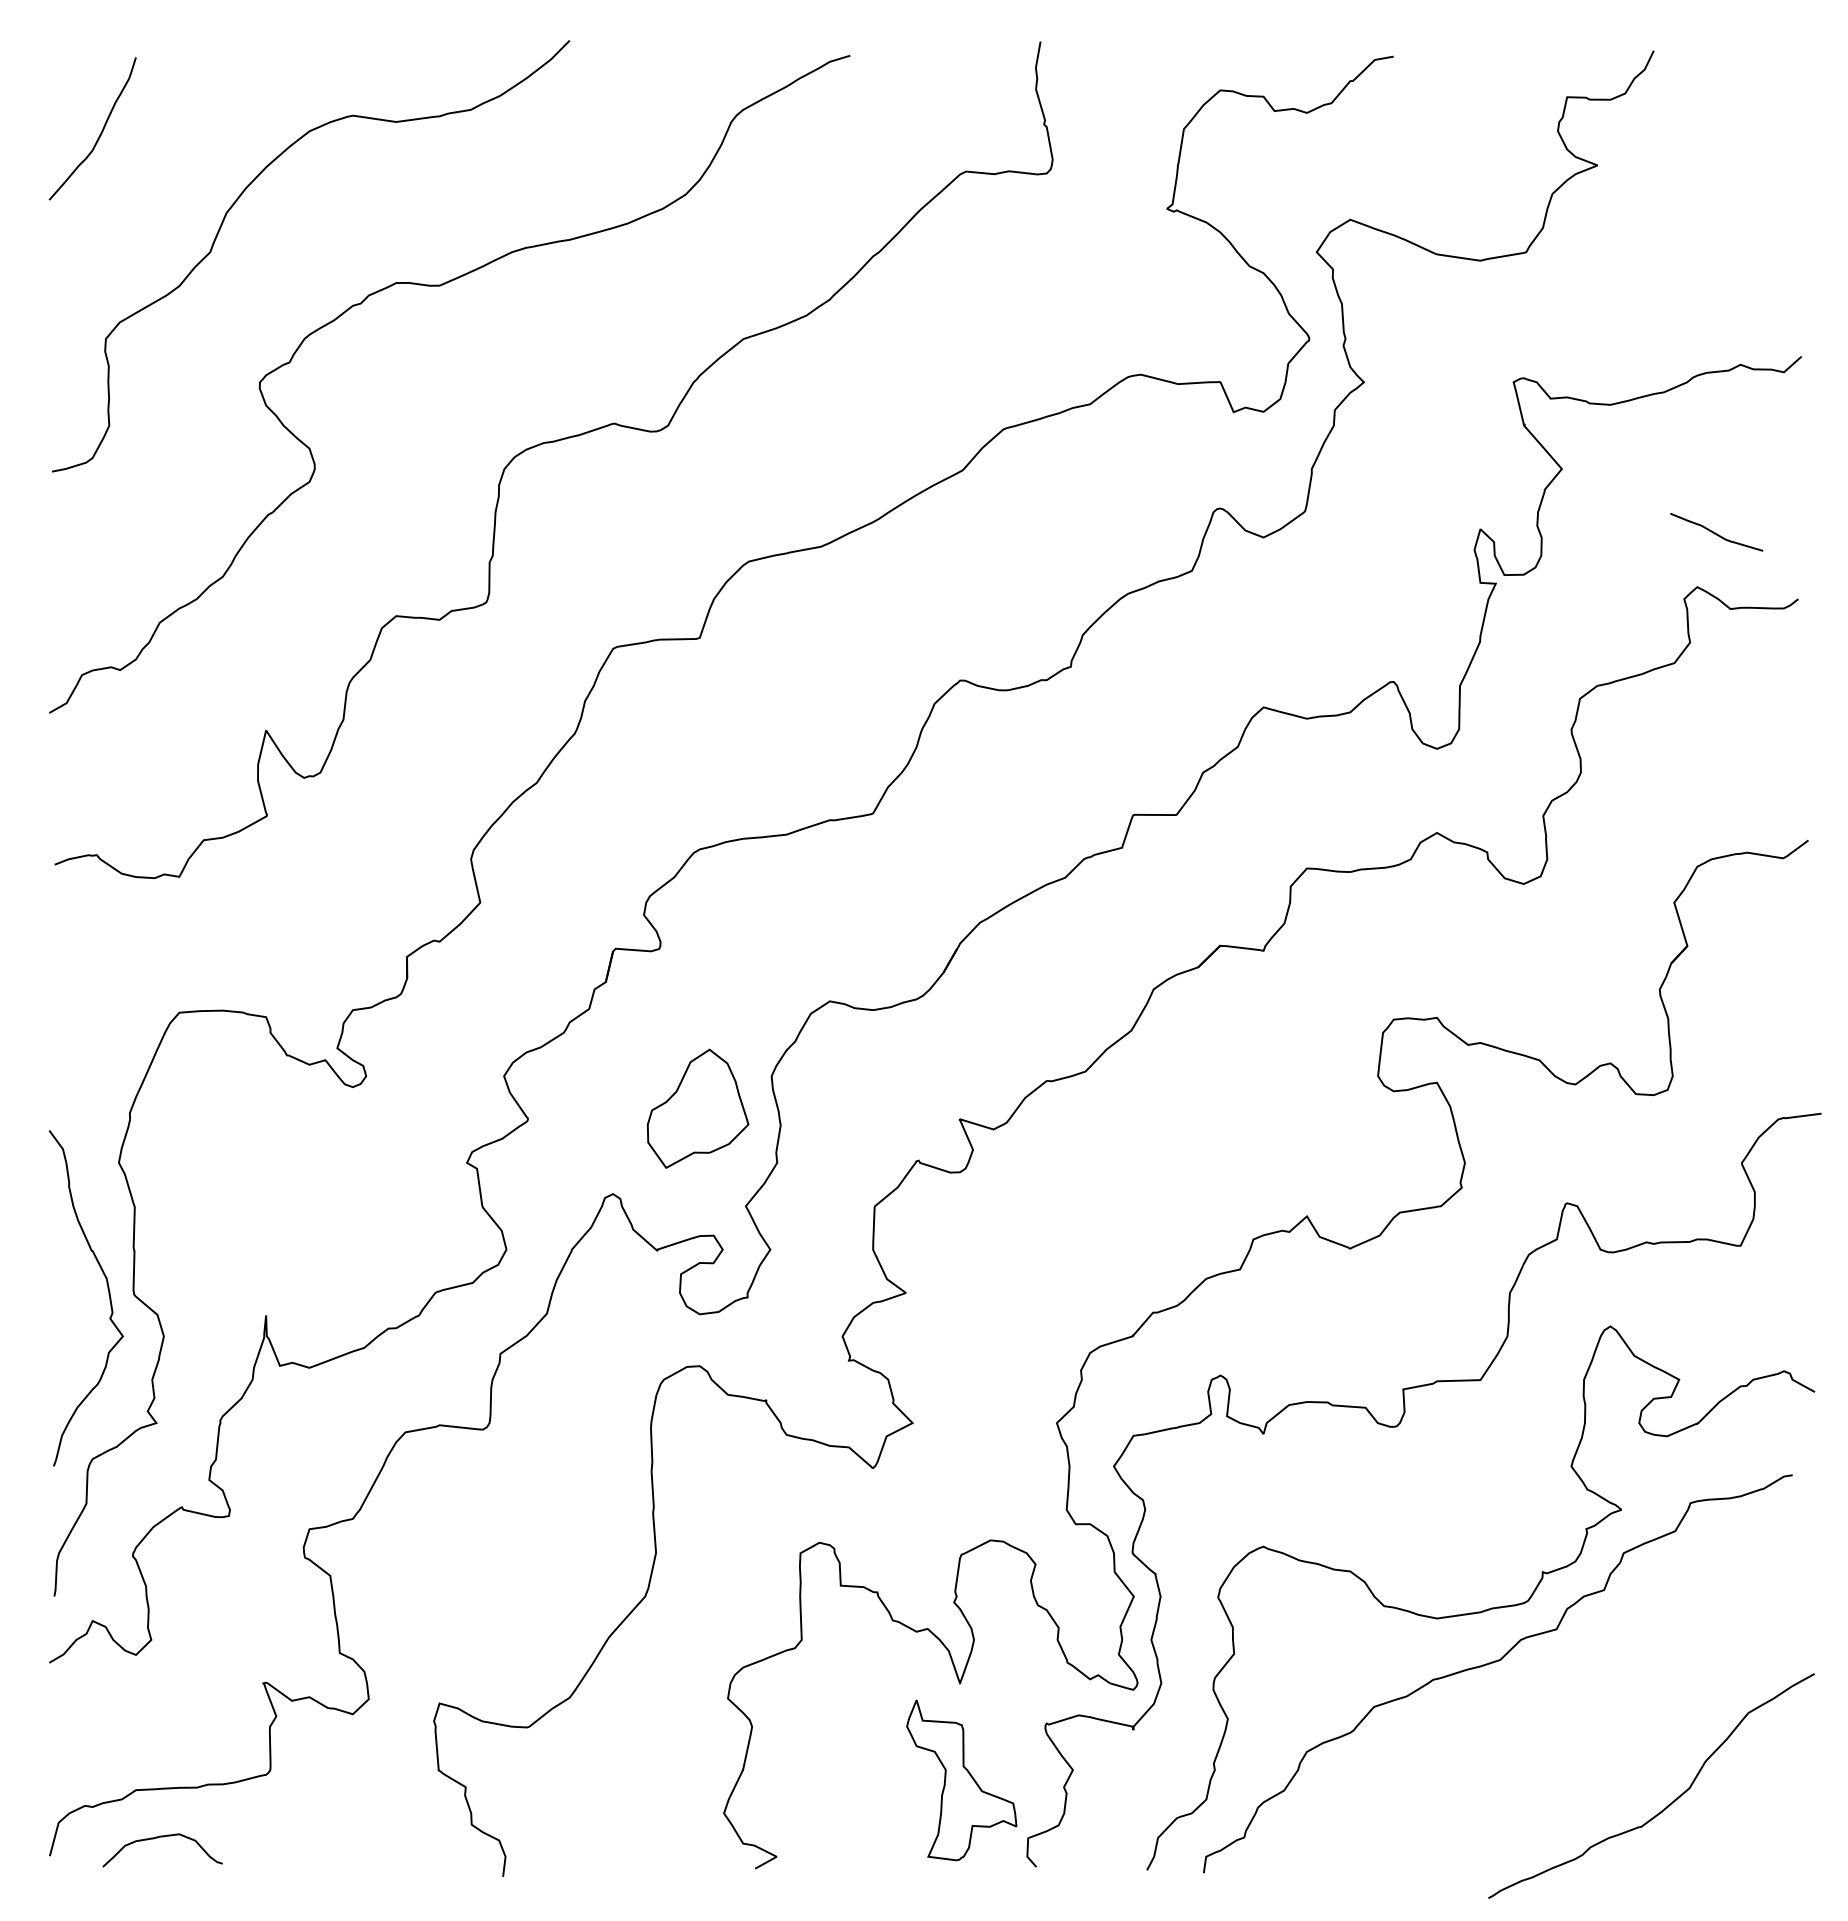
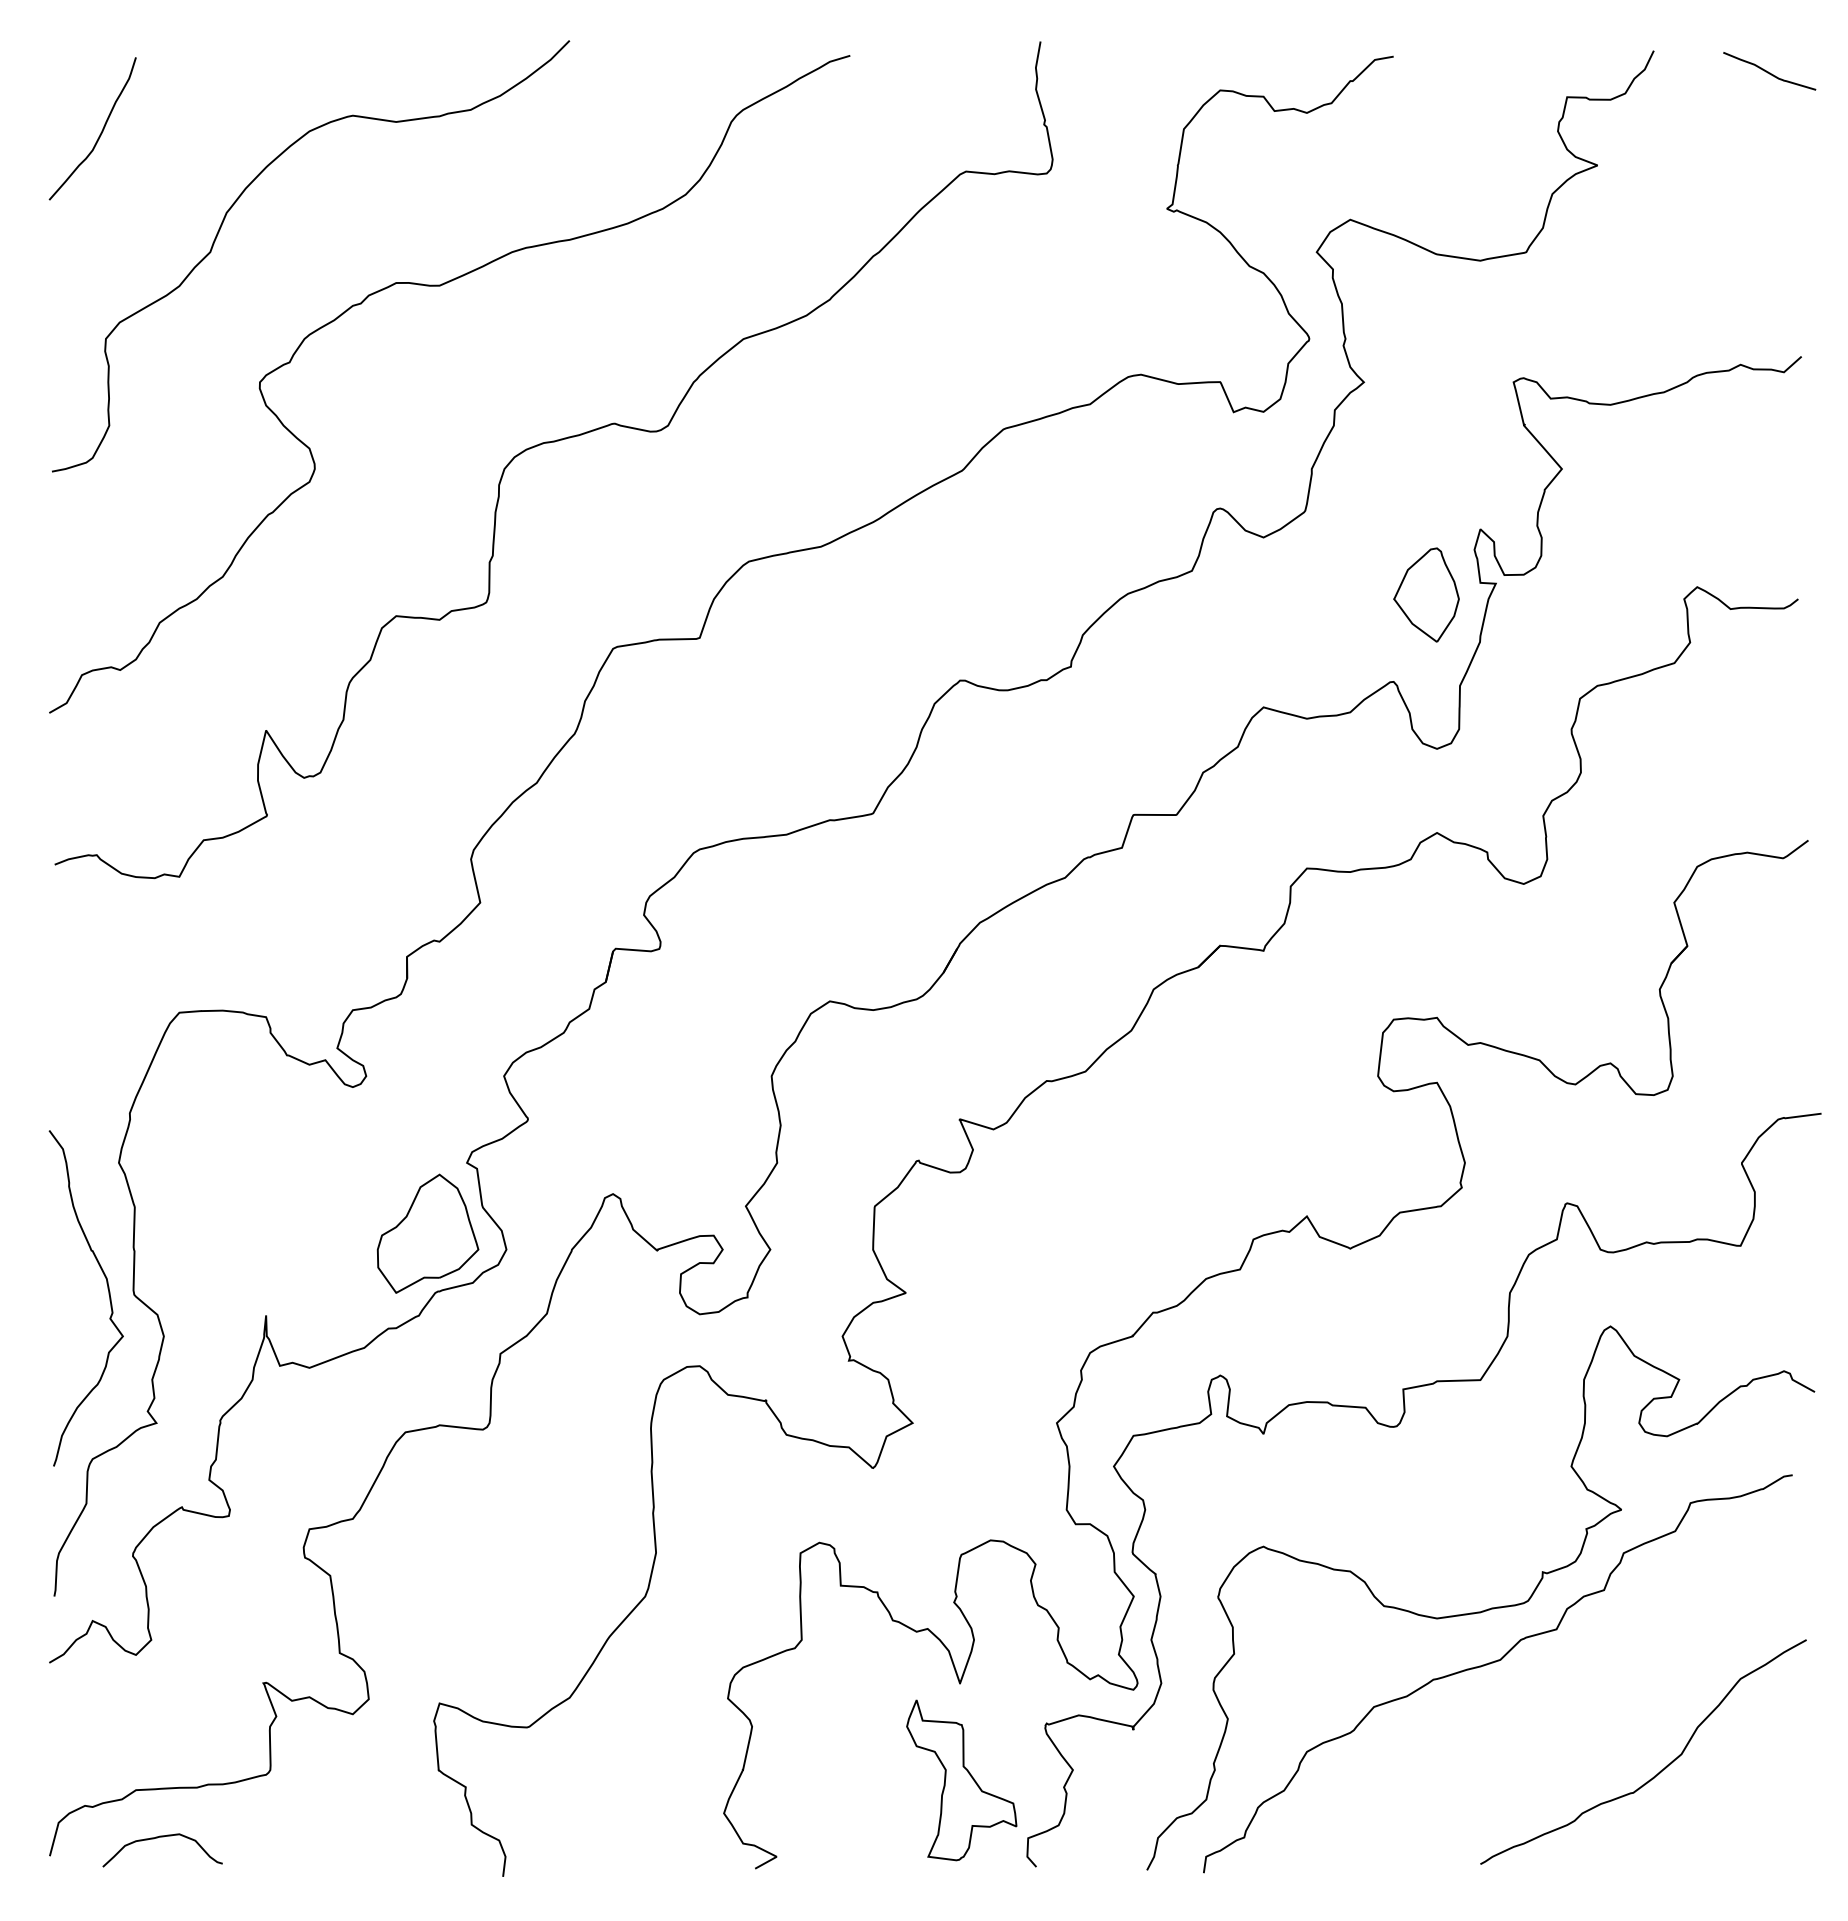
curve at (1715, 532) position: (1715, 532) -> (1768, 71)
part at (1426, 594): none -> present
part at (697, 1108) position: (697, 1108) -> (427, 1233)
curve at (1669, 1803) position: (1669, 1803) -> (1661, 1769)
